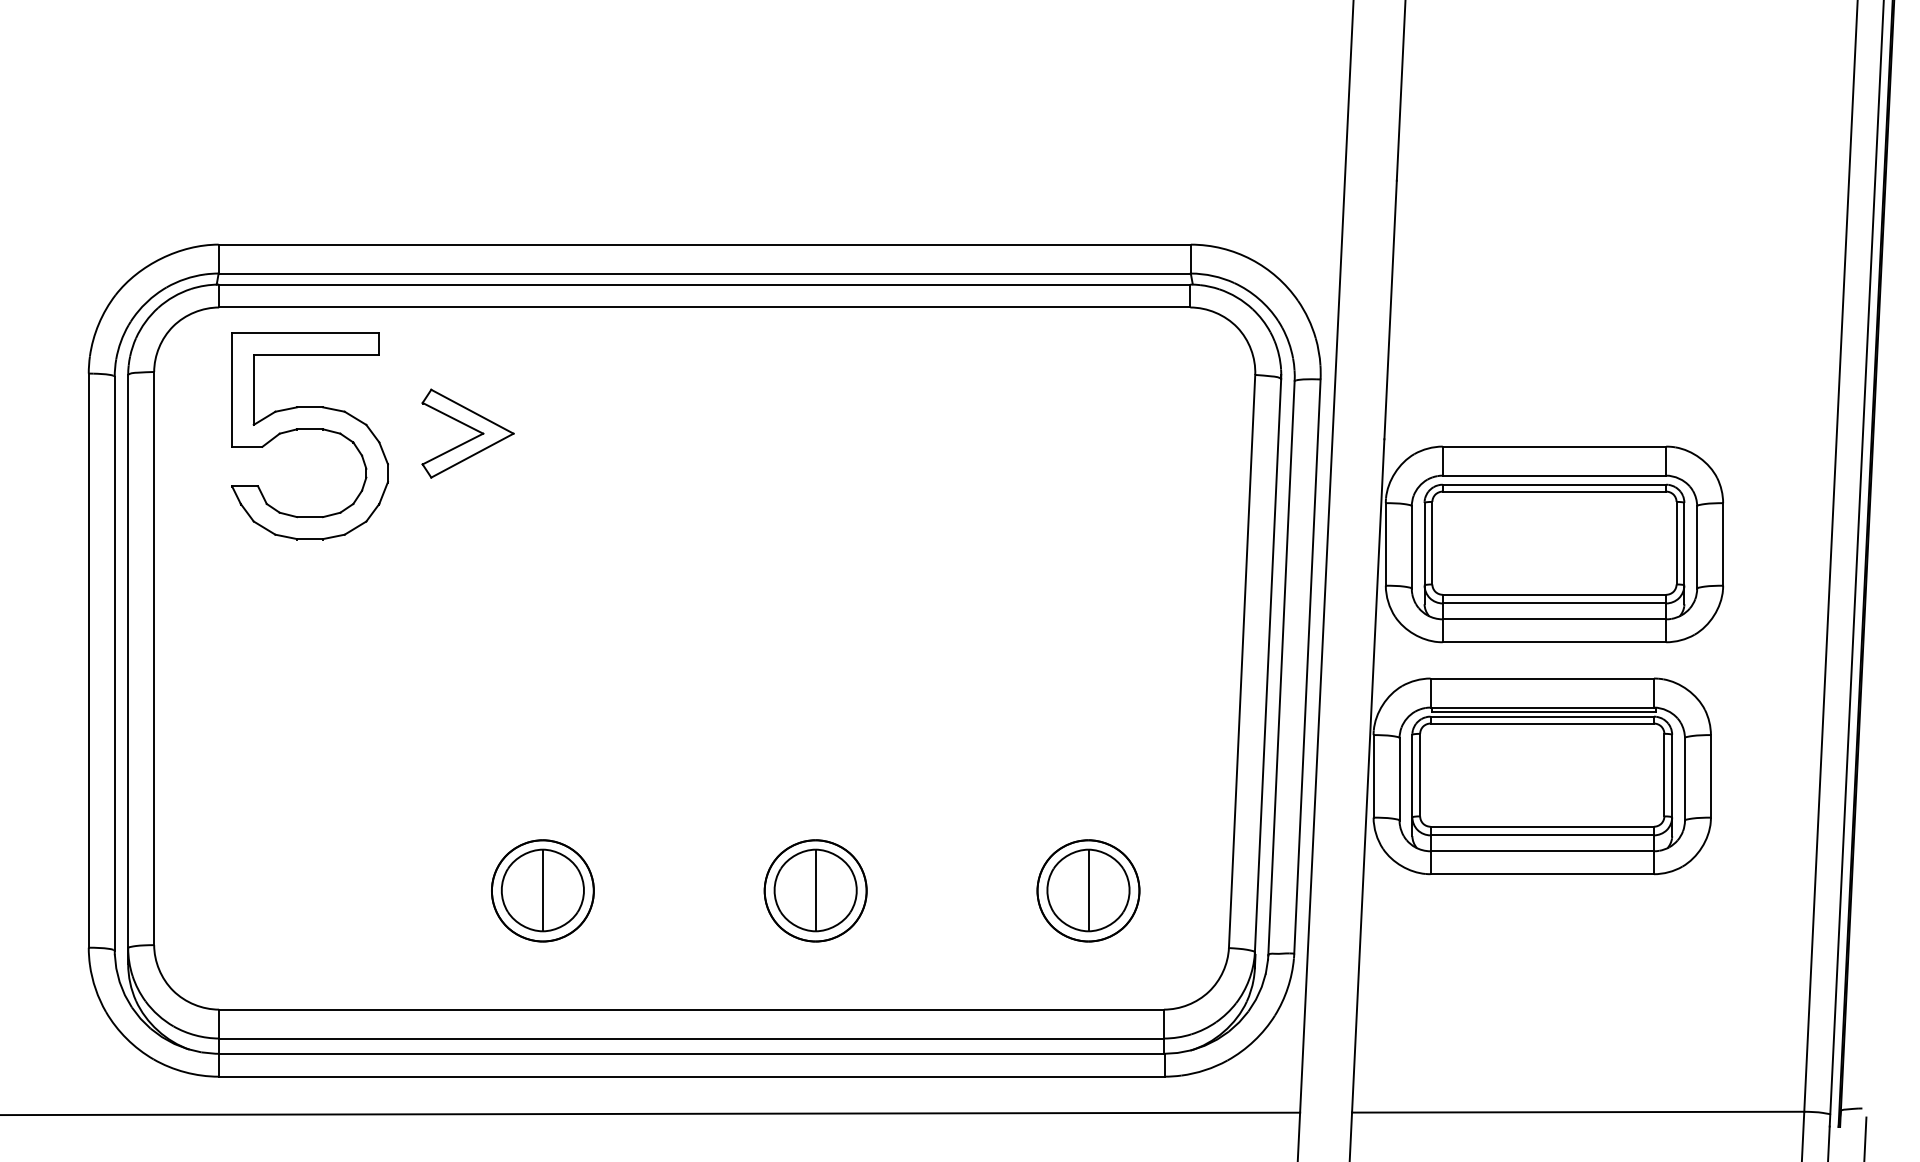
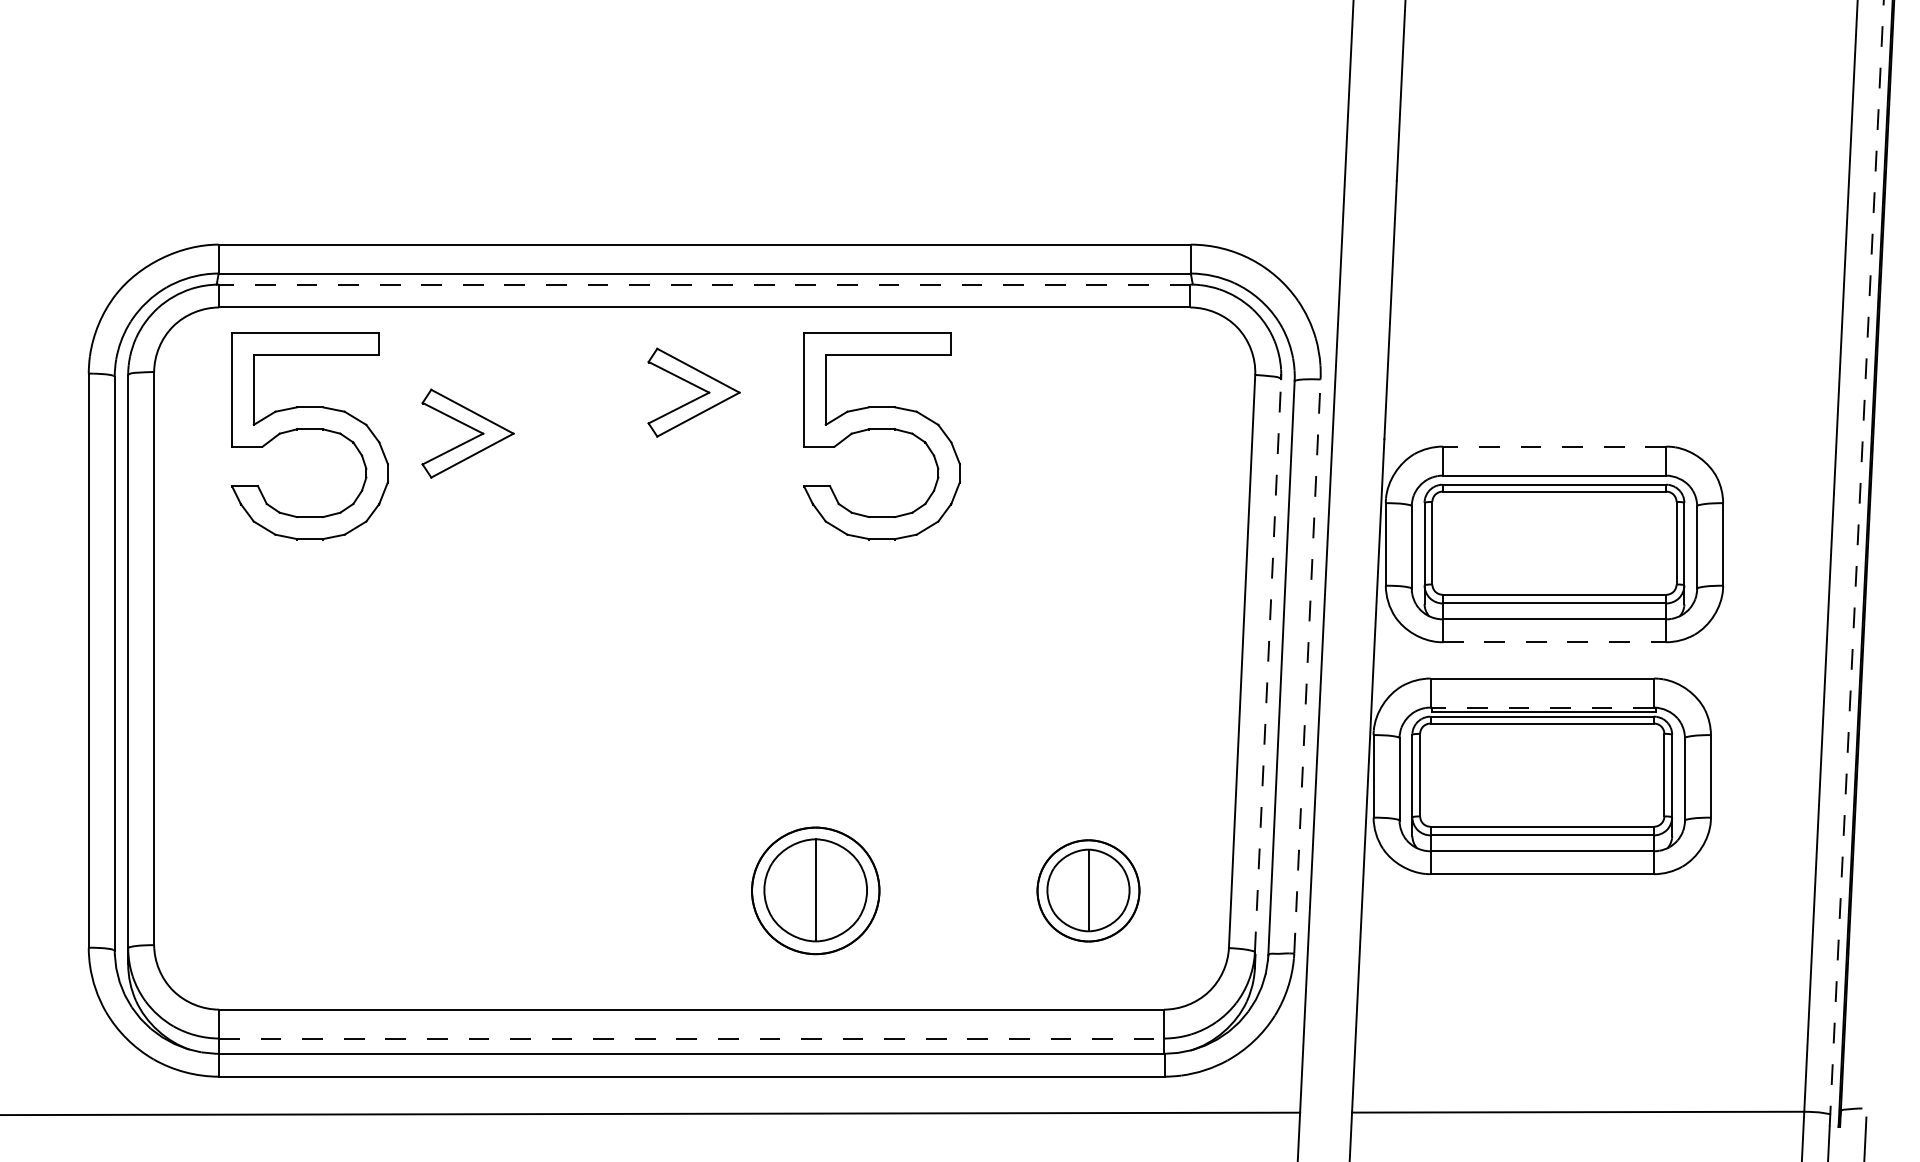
line at (704, 284): solid -> dashed
part at (693, 392): none -> present
part at (881, 429): none -> present
line at (1554, 446): solid -> dashed
line at (1856, 563): solid -> dashed
line at (1554, 642): solid -> dashed
line at (1268, 665): solid -> dashed
line at (1307, 666): solid -> dashed
line at (1542, 707): solid -> dashed
part at (542, 890): present -> none
part at (815, 890) size: 105x104 px -> 130x130 px
line at (692, 1038): solid -> dashed
